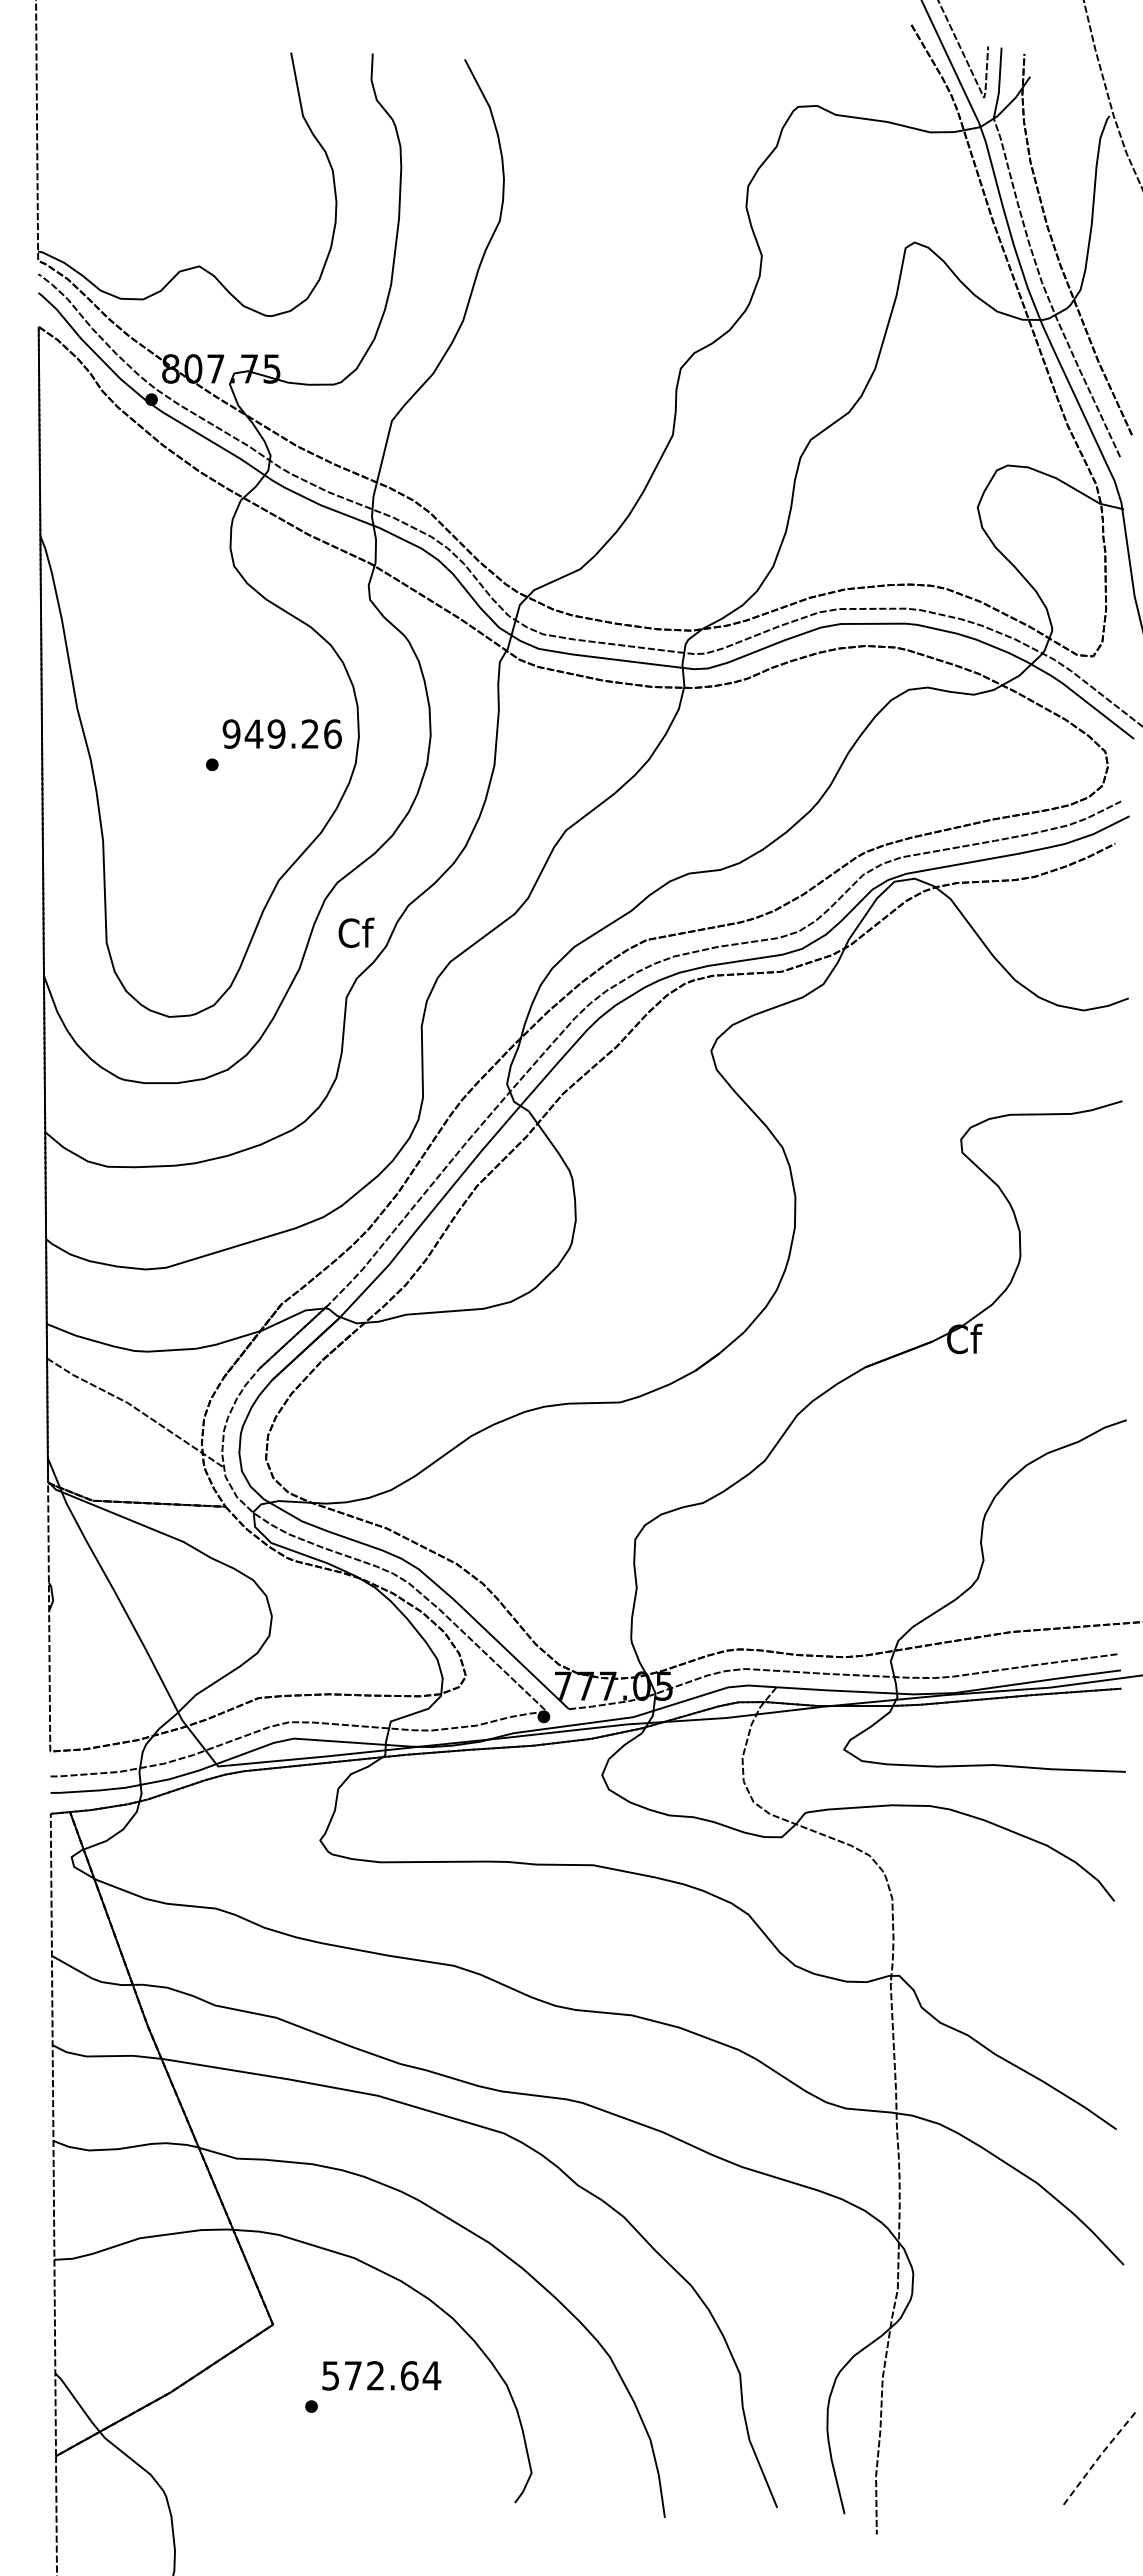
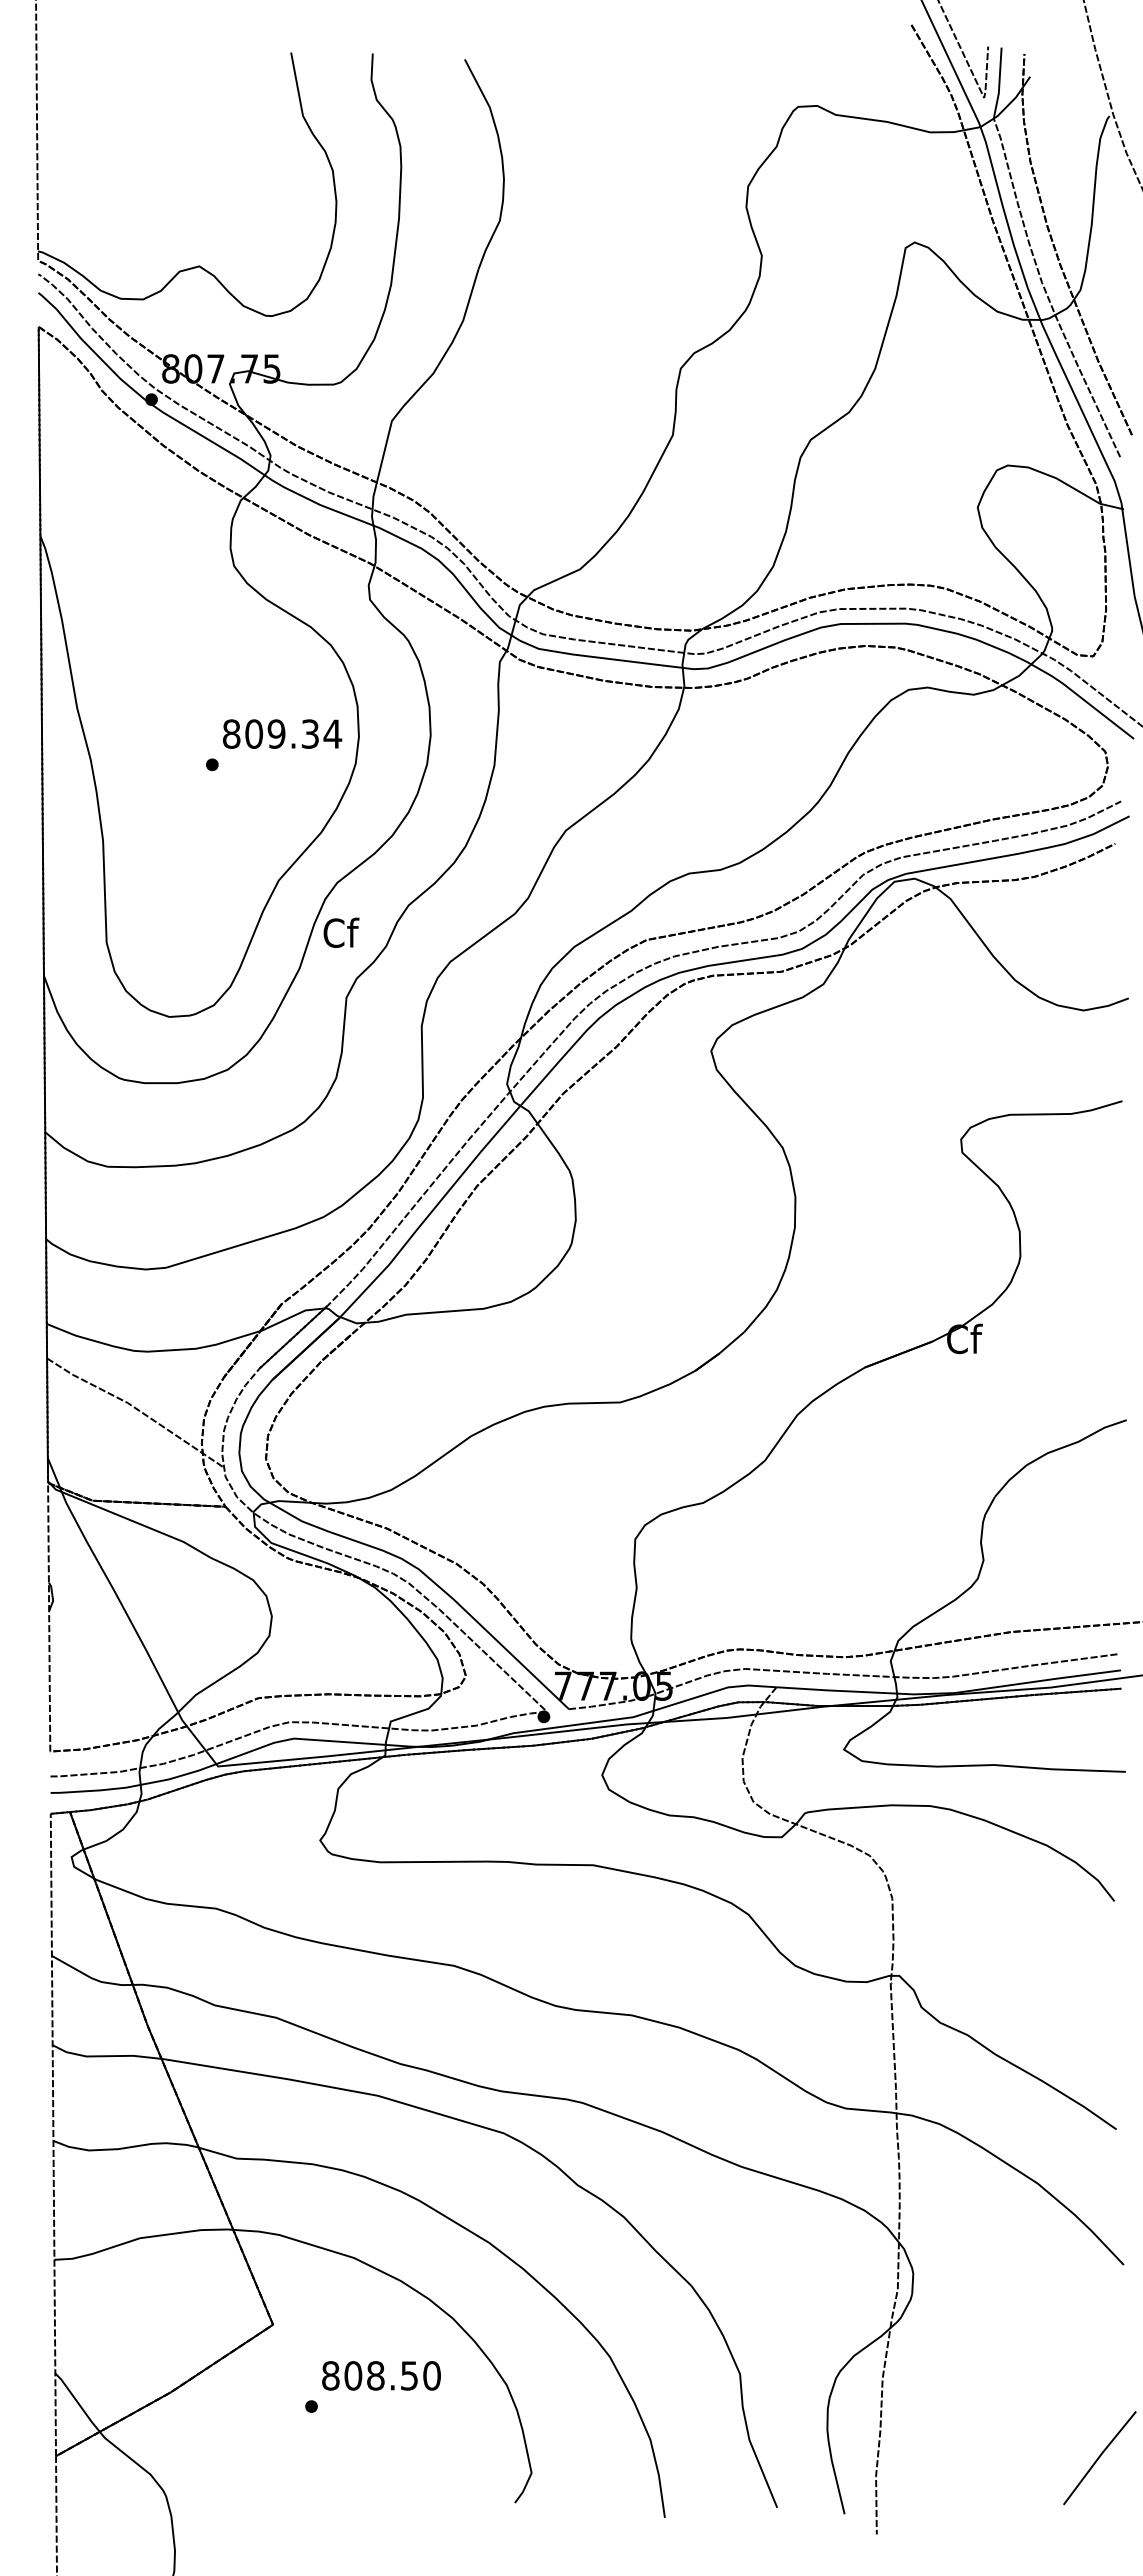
text at (282, 733): 949.26 -> 809.34
text at (356, 932) position: (356, 932) -> (341, 932)
text at (381, 2375): 572.64 -> 808.50
line at (1099, 2456): dashed -> solid
